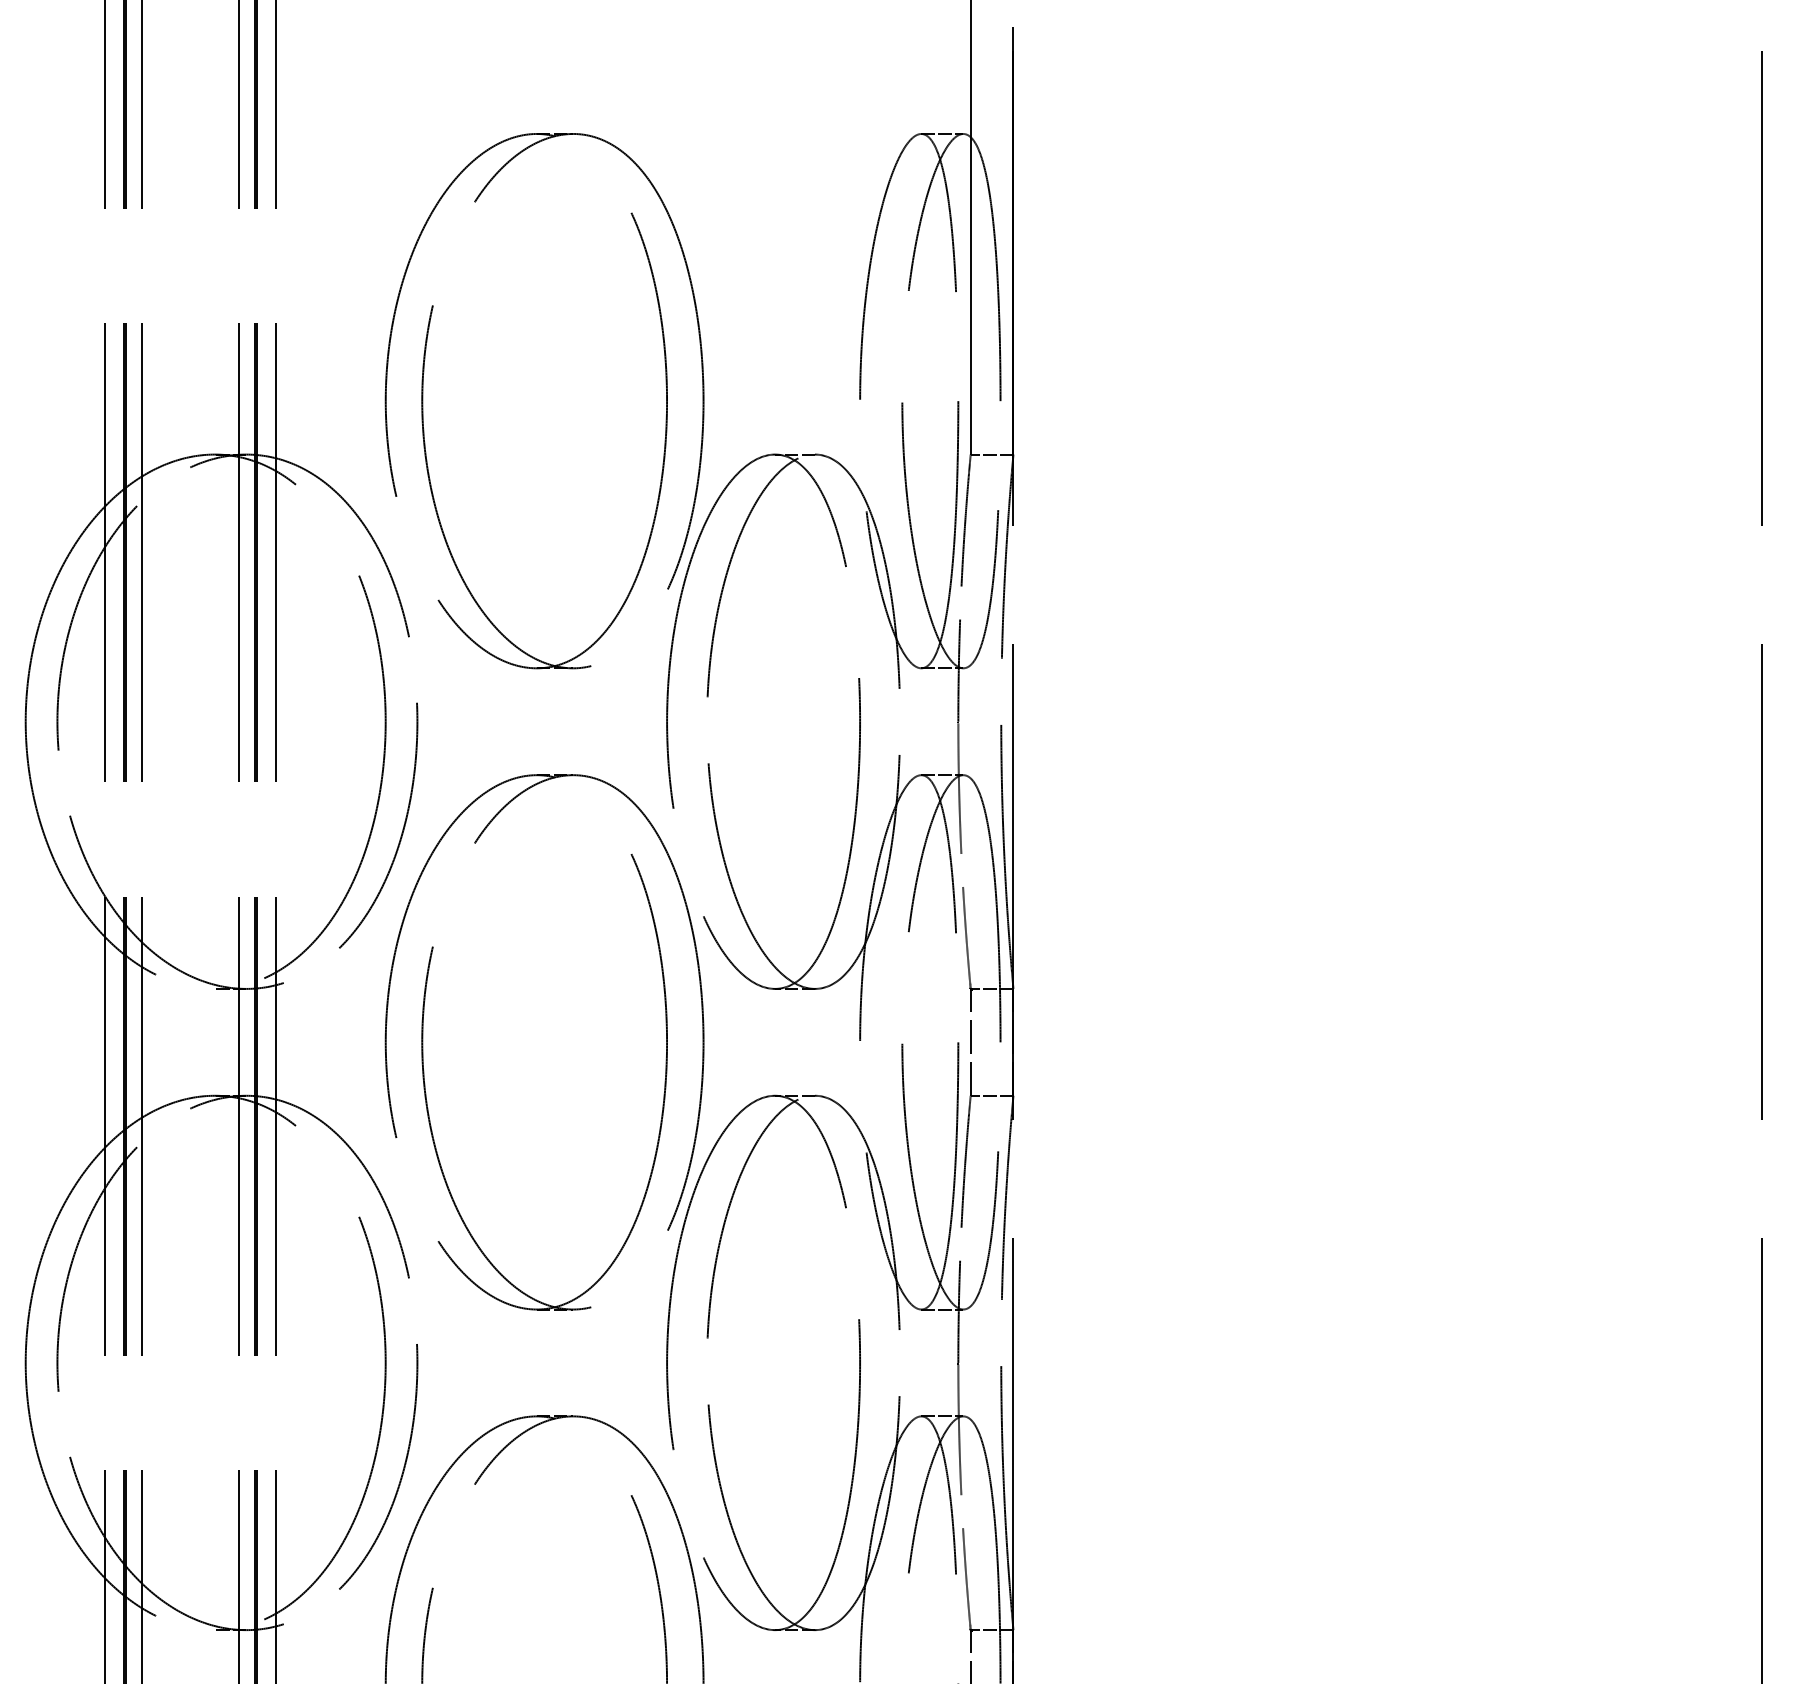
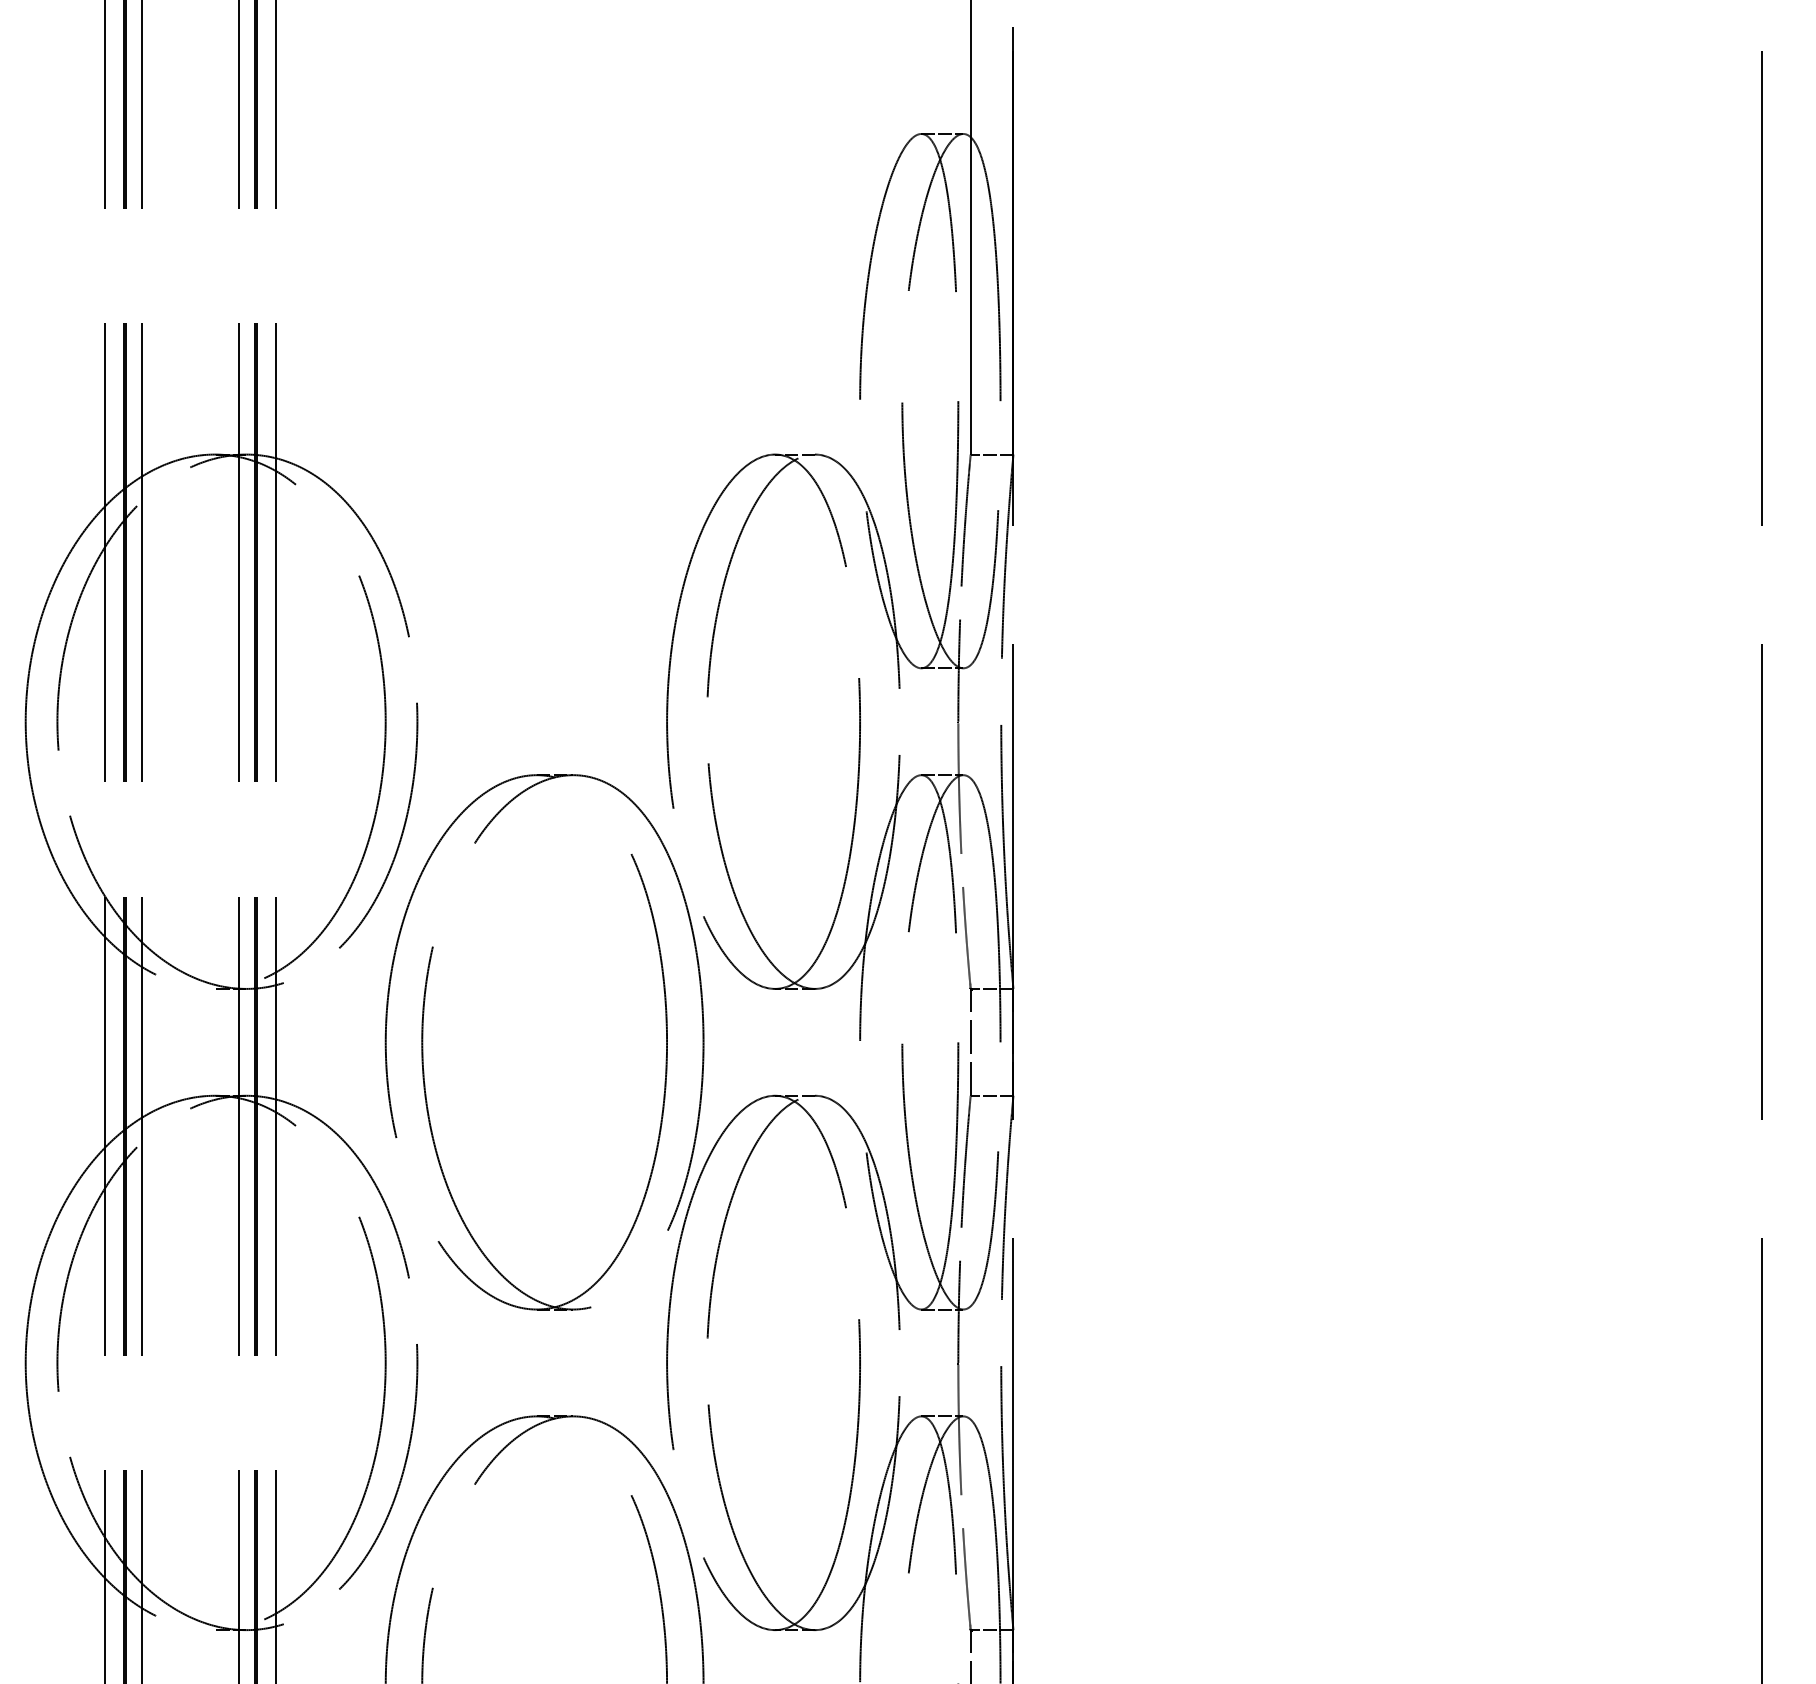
part at (423, 401): present -> none
